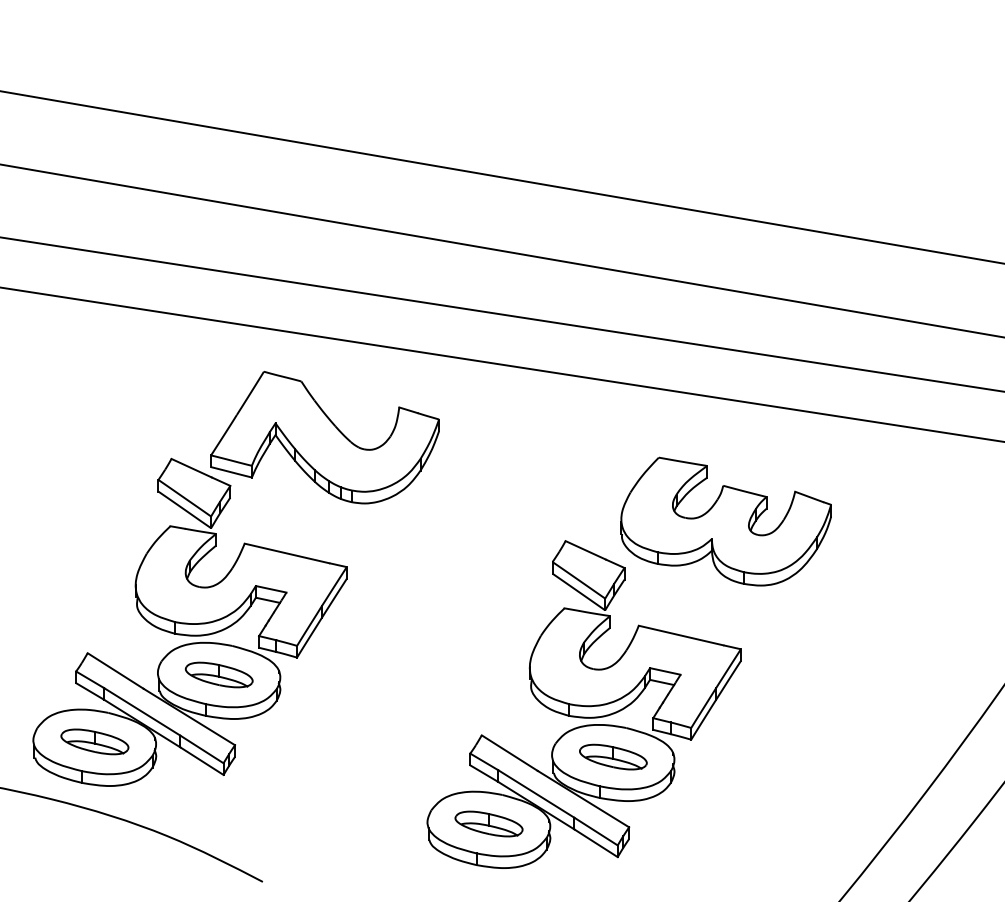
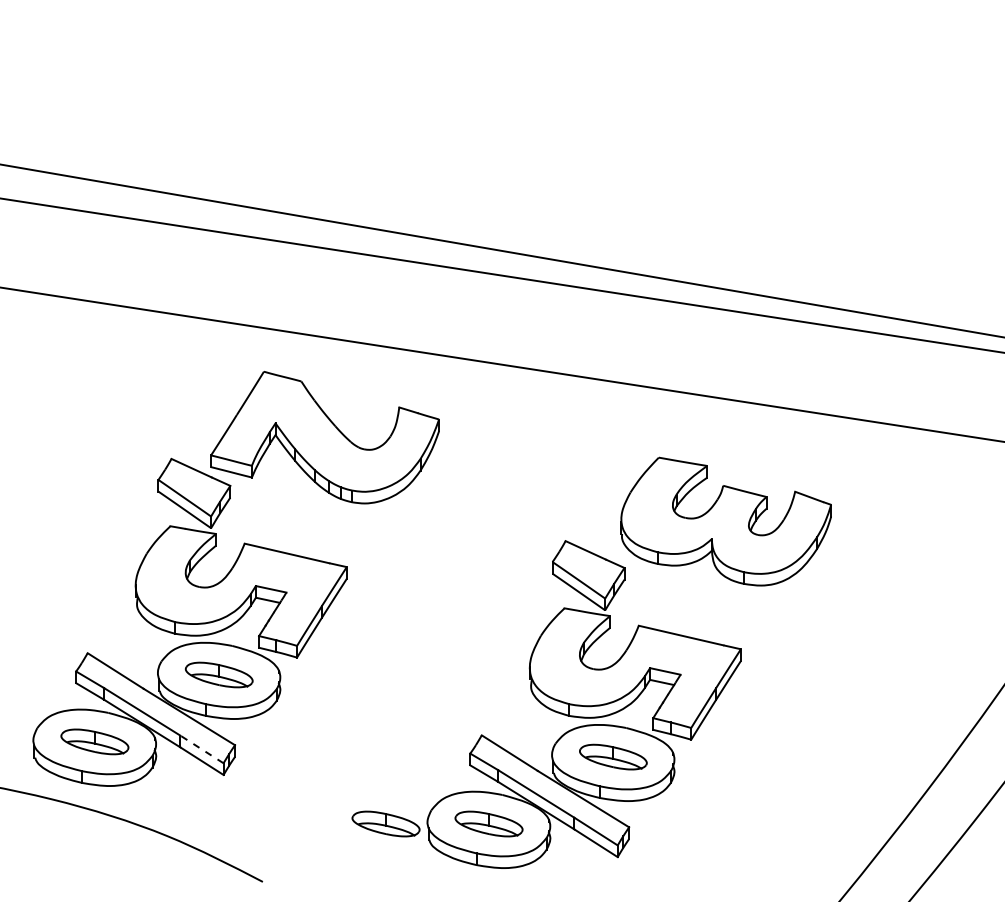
line at (501, 177): present -> none
line at (501, 314) position: (501, 314) -> (501, 275)
line at (201, 749): solid -> dashed
part at (385, 823): none -> present
